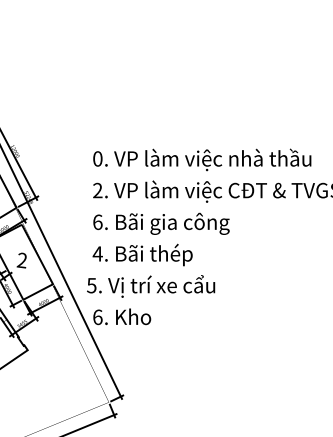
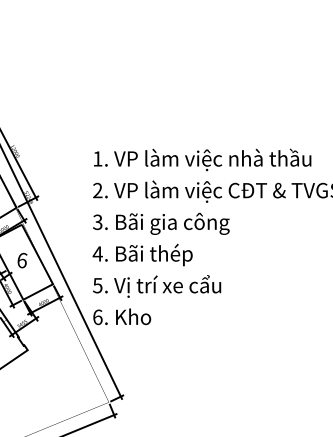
text at (97, 158): 0. -> 1.
text at (97, 221): 6. -> 3.
text at (21, 260): 2 -> 6
text at (151, 286) position: (151, 286) -> (157, 286)
